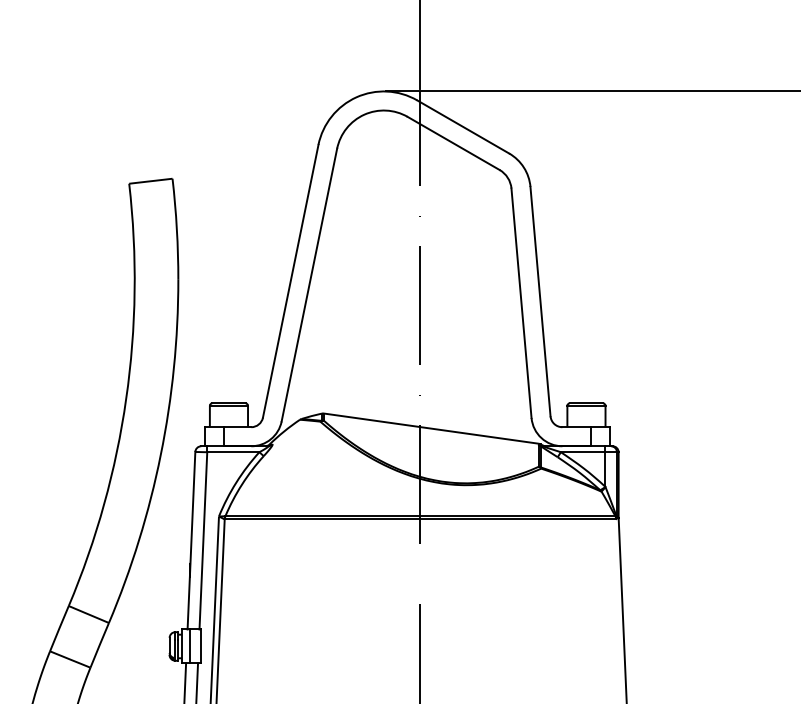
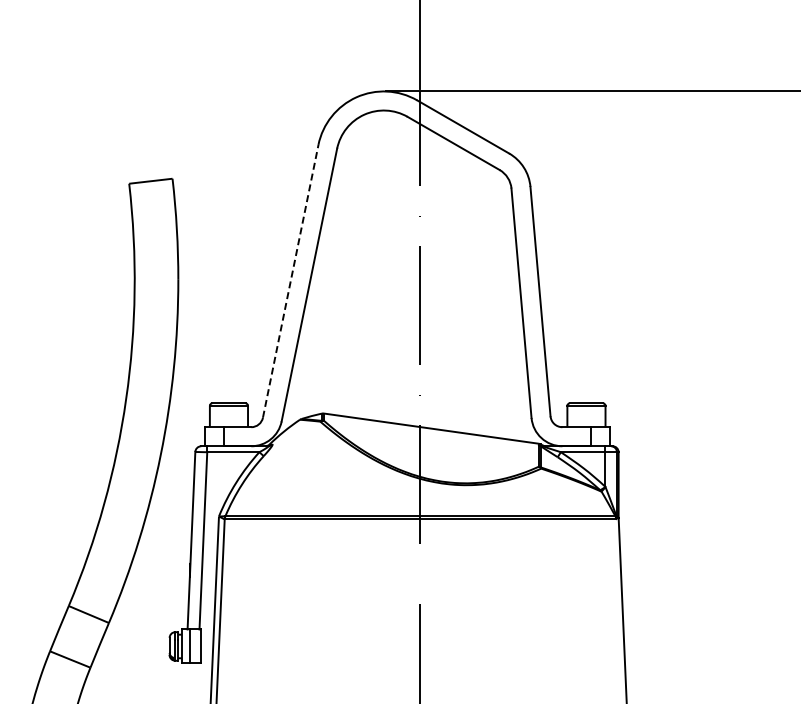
line at (290, 280): solid -> dashed
line at (185, 681): present -> none
line at (197, 681): present -> none
